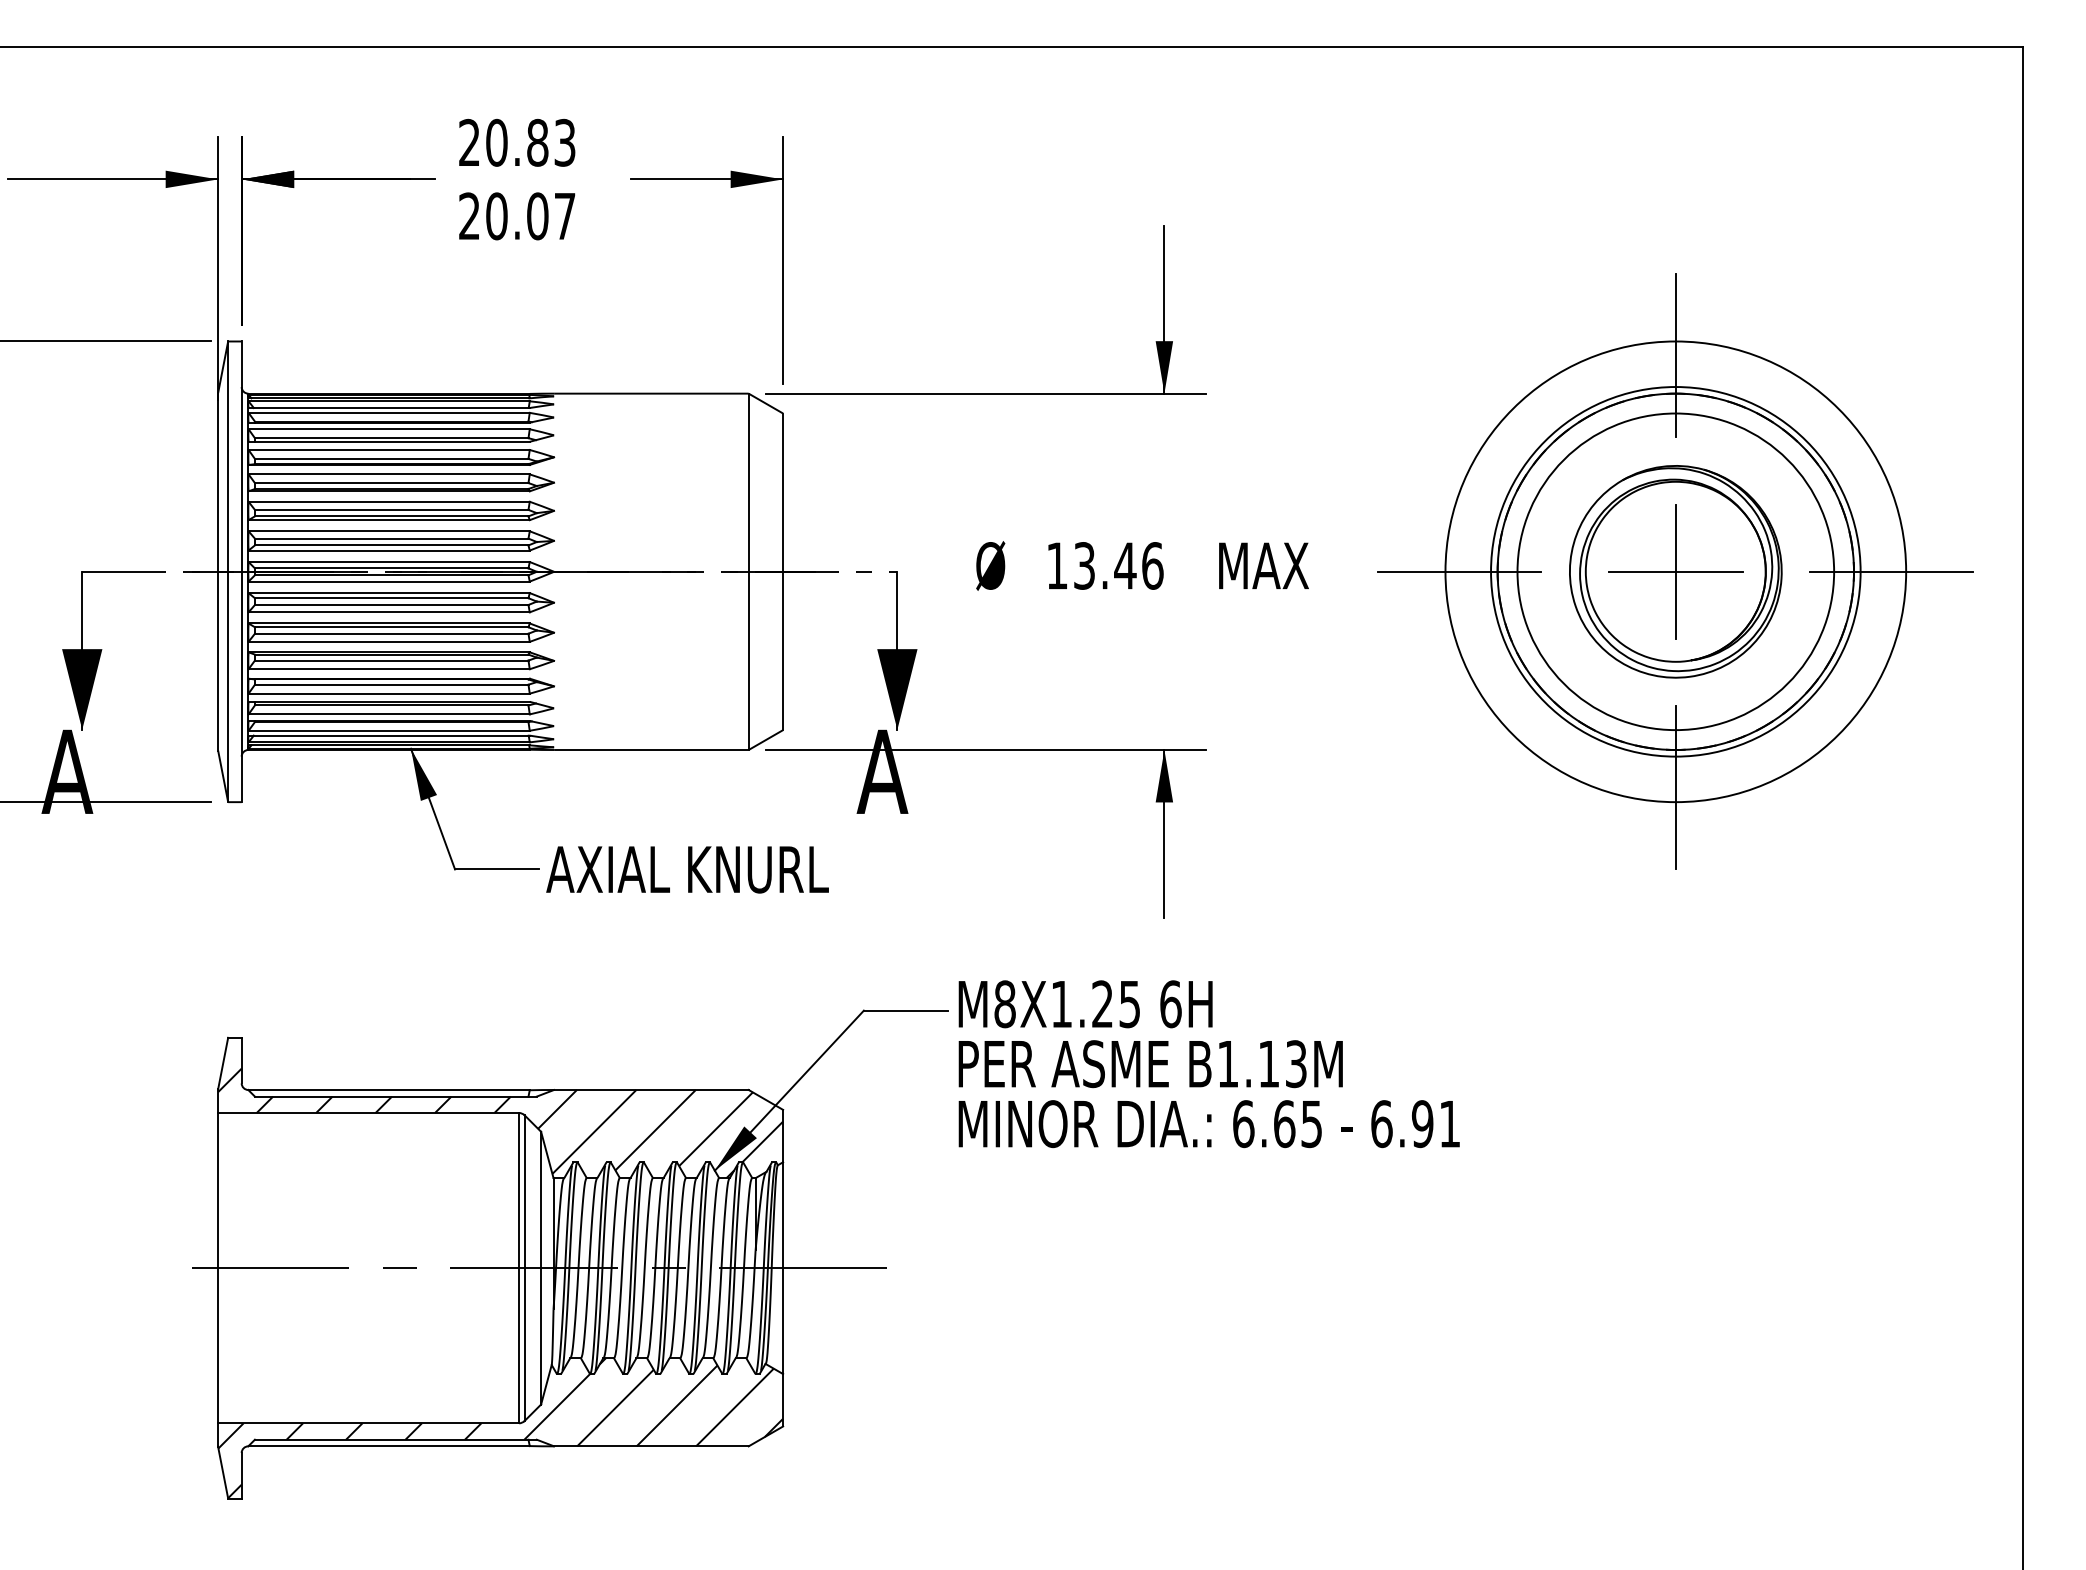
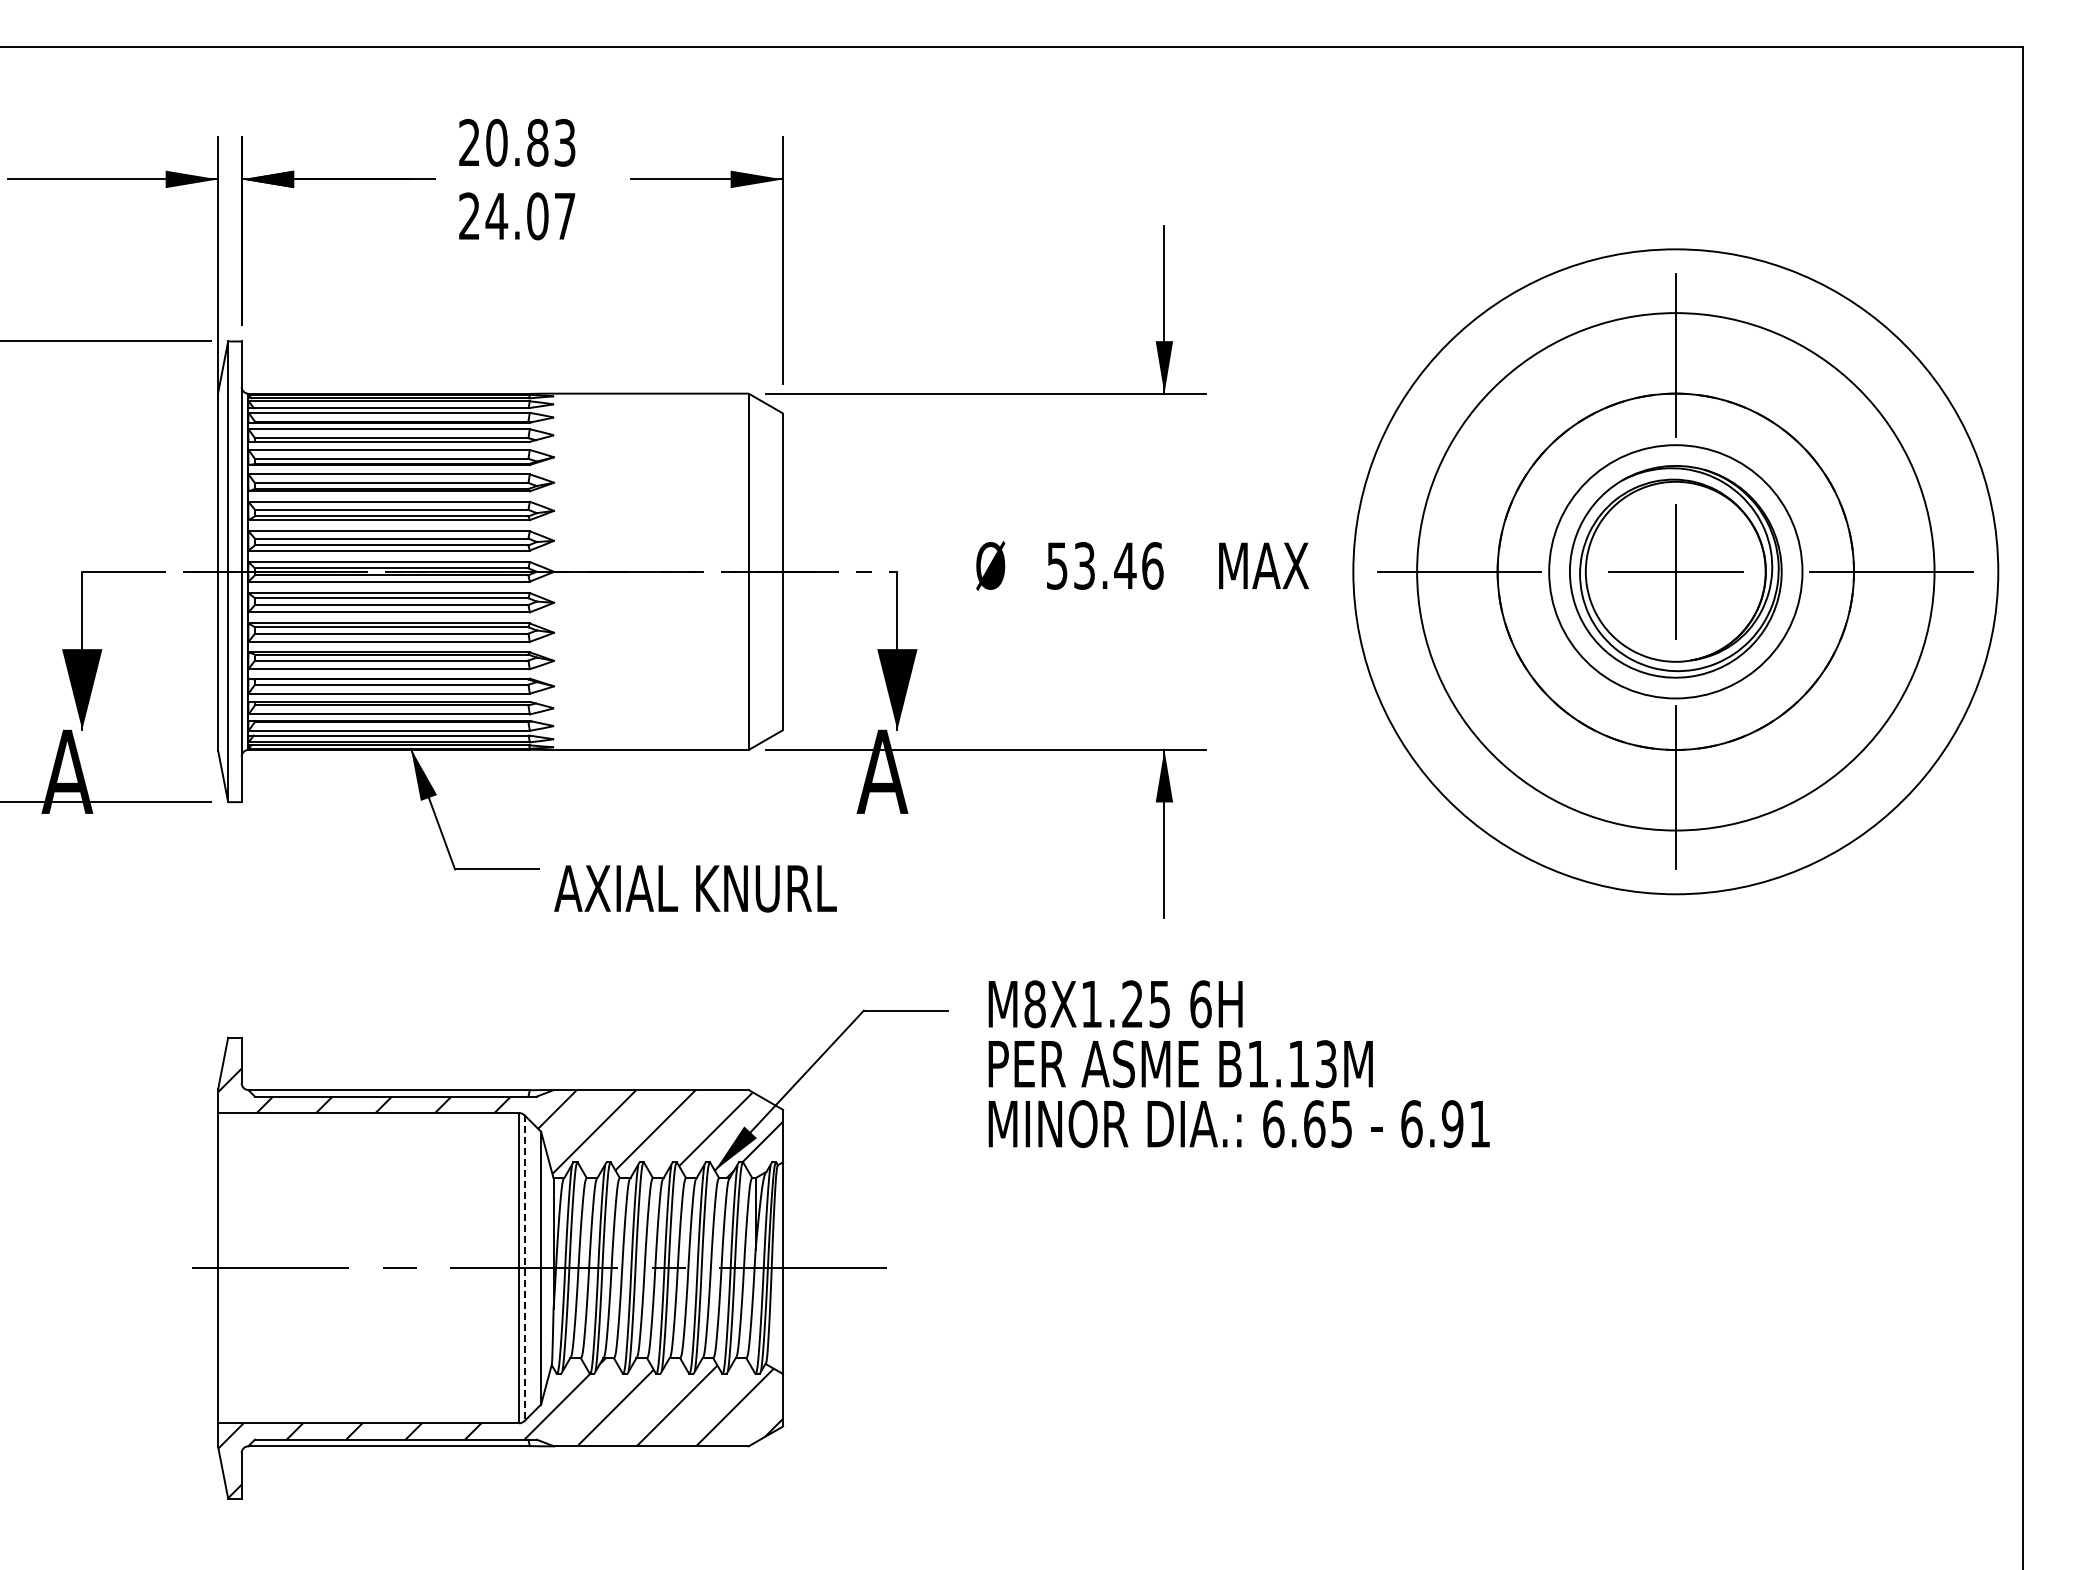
text at (496, 216): 20.07 -> 24.07
text at (1057, 565): 13.46 -> 53.46
circle at (1675, 571) diameter: 317 px -> 253 px
circle at (1675, 571) diameter: 370 px -> 517 px
circle at (1675, 571) diameter: 461 px -> 645 px
text at (687, 869) position: (687, 869) -> (695, 888)
text at (1208, 1064) position: (1208, 1064) -> (1238, 1064)
line at (524, 1268): solid -> dashed
